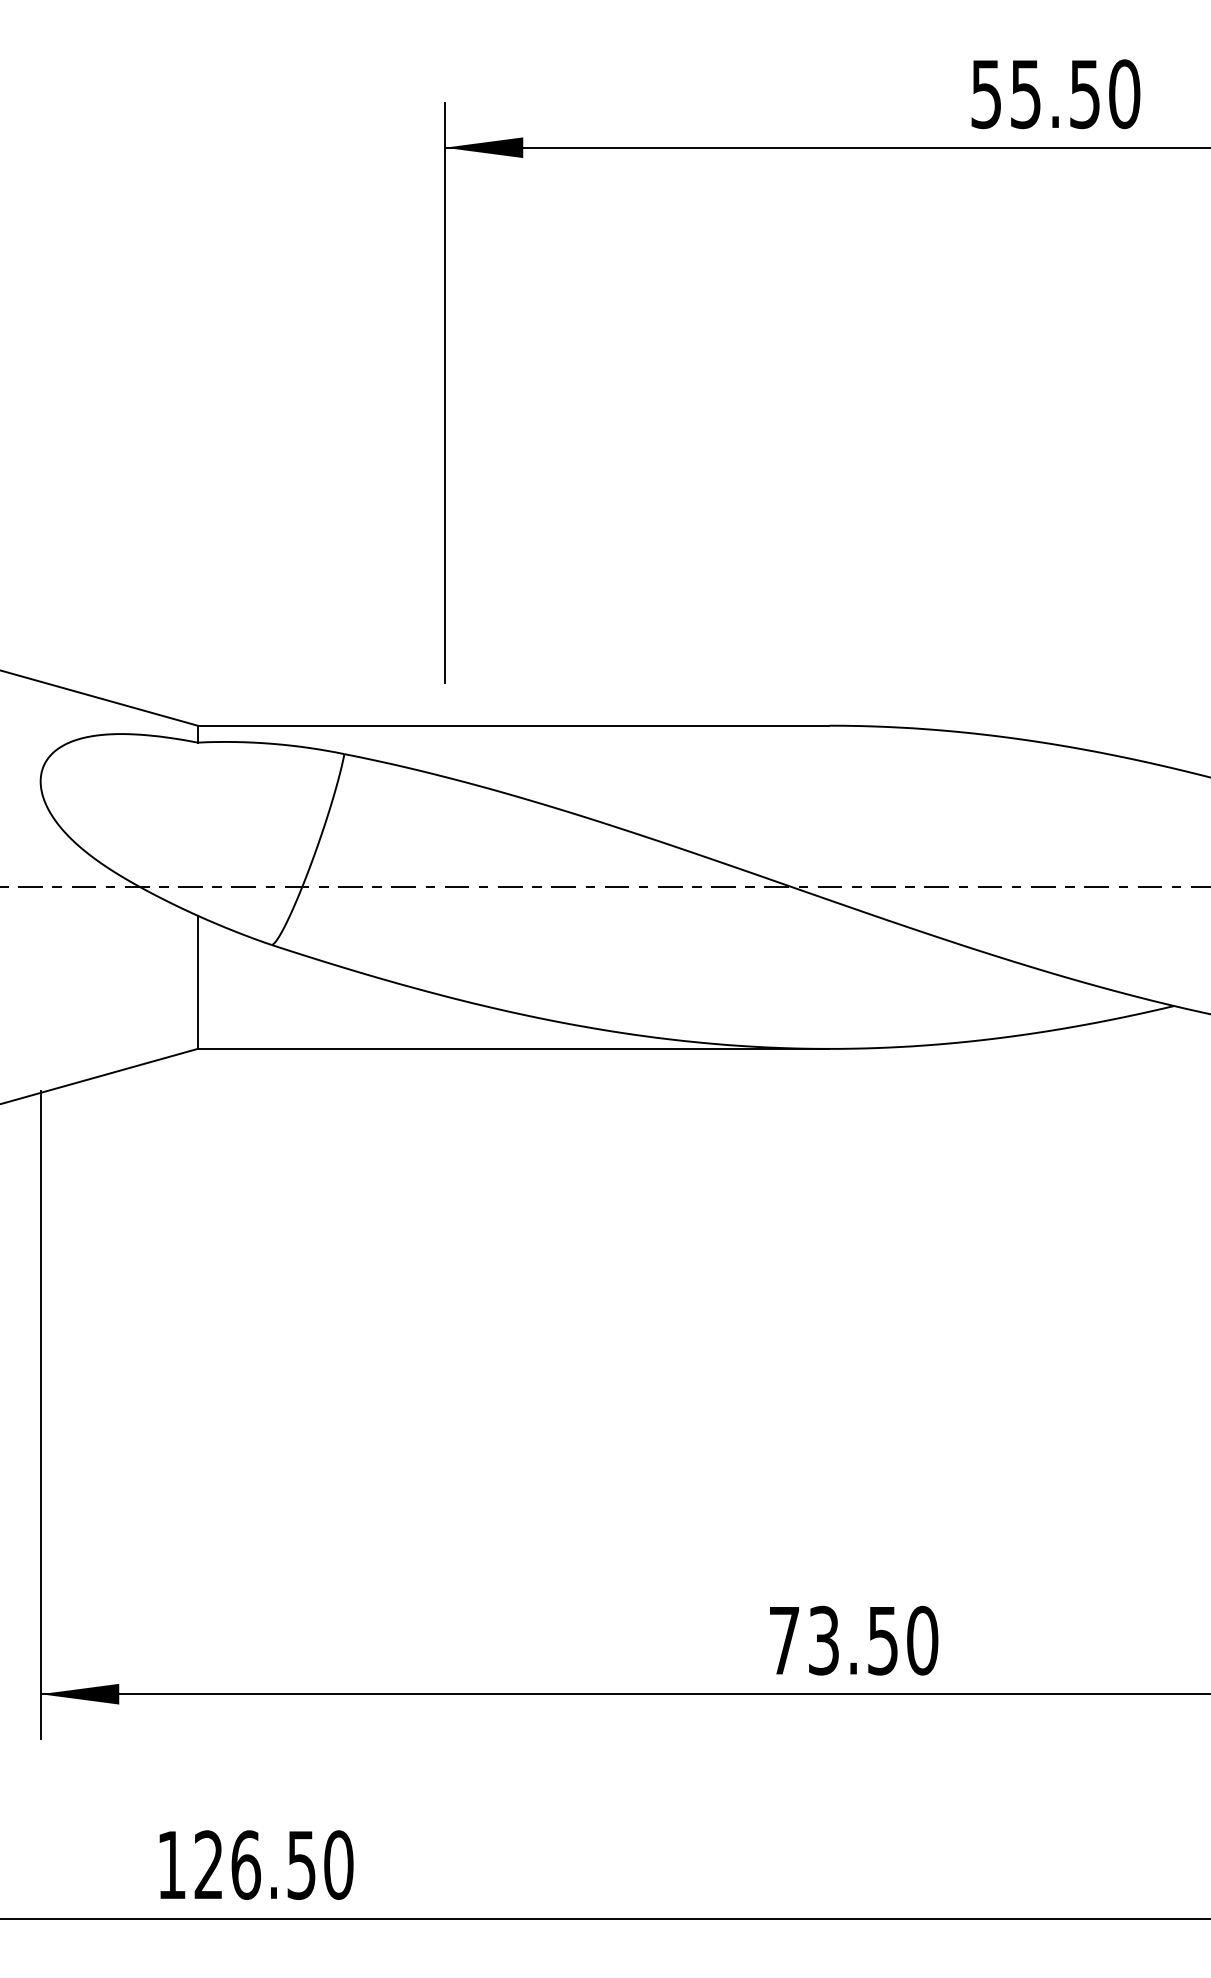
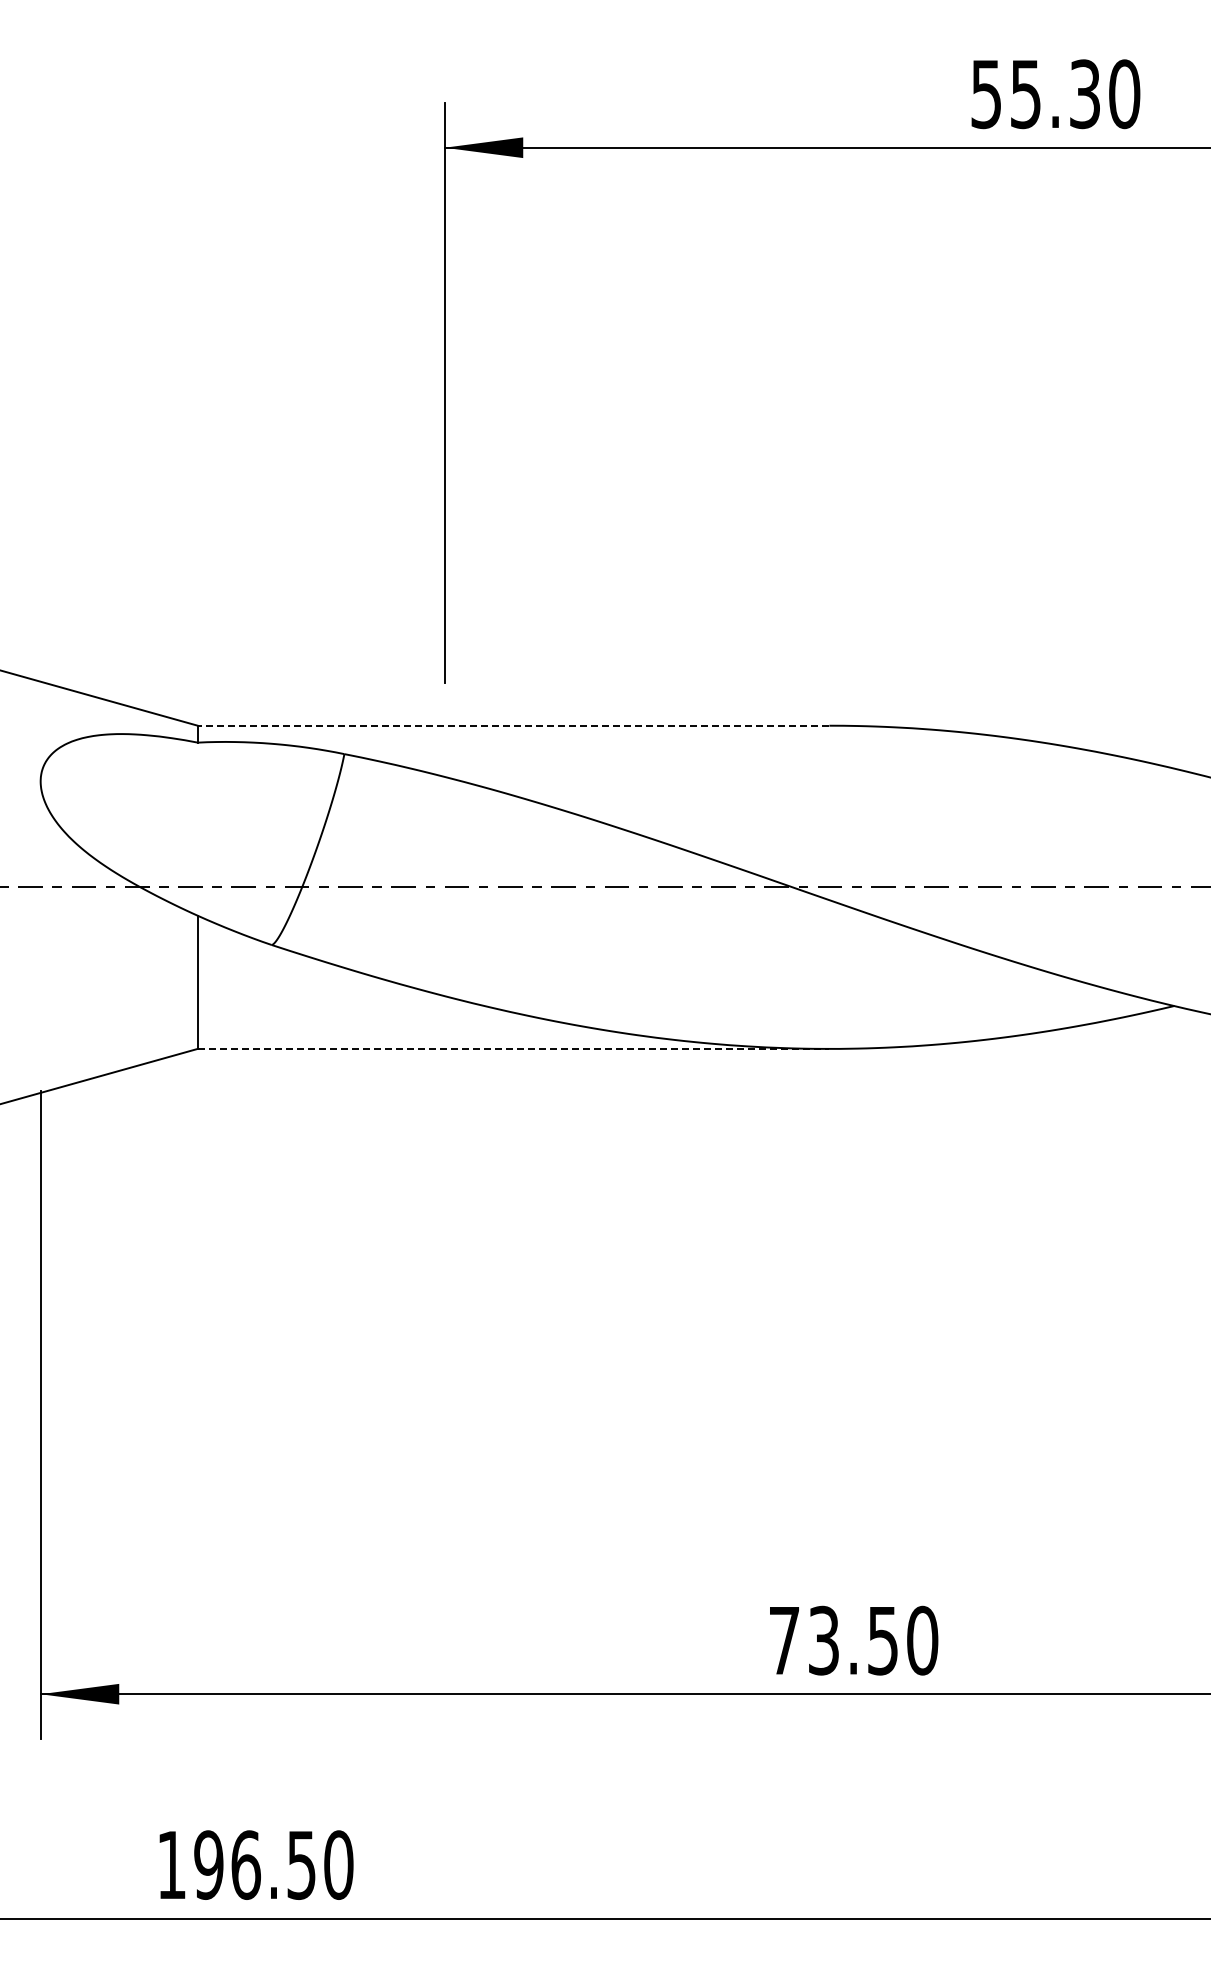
text at (1084, 93): 55.50 -> 55.30
line at (513, 725): solid -> dashed
line at (513, 1048): solid -> dashed
text at (208, 1864): 126.50 -> 196.50
